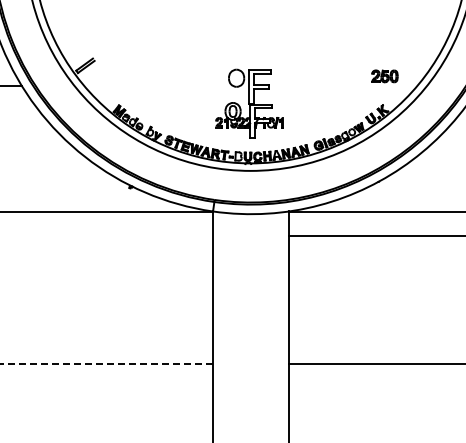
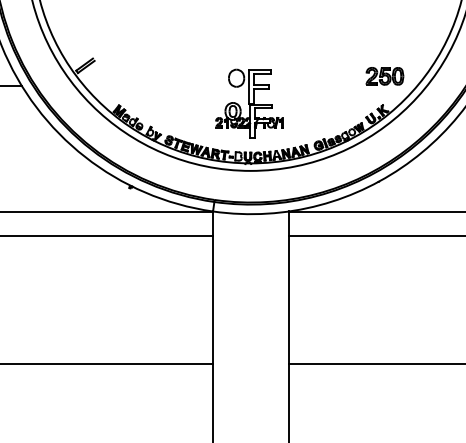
part at (384, 76) size: 28x15 px -> 40x19 px
line at (107, 235): none -> present
line at (106, 364): dashed -> solid
